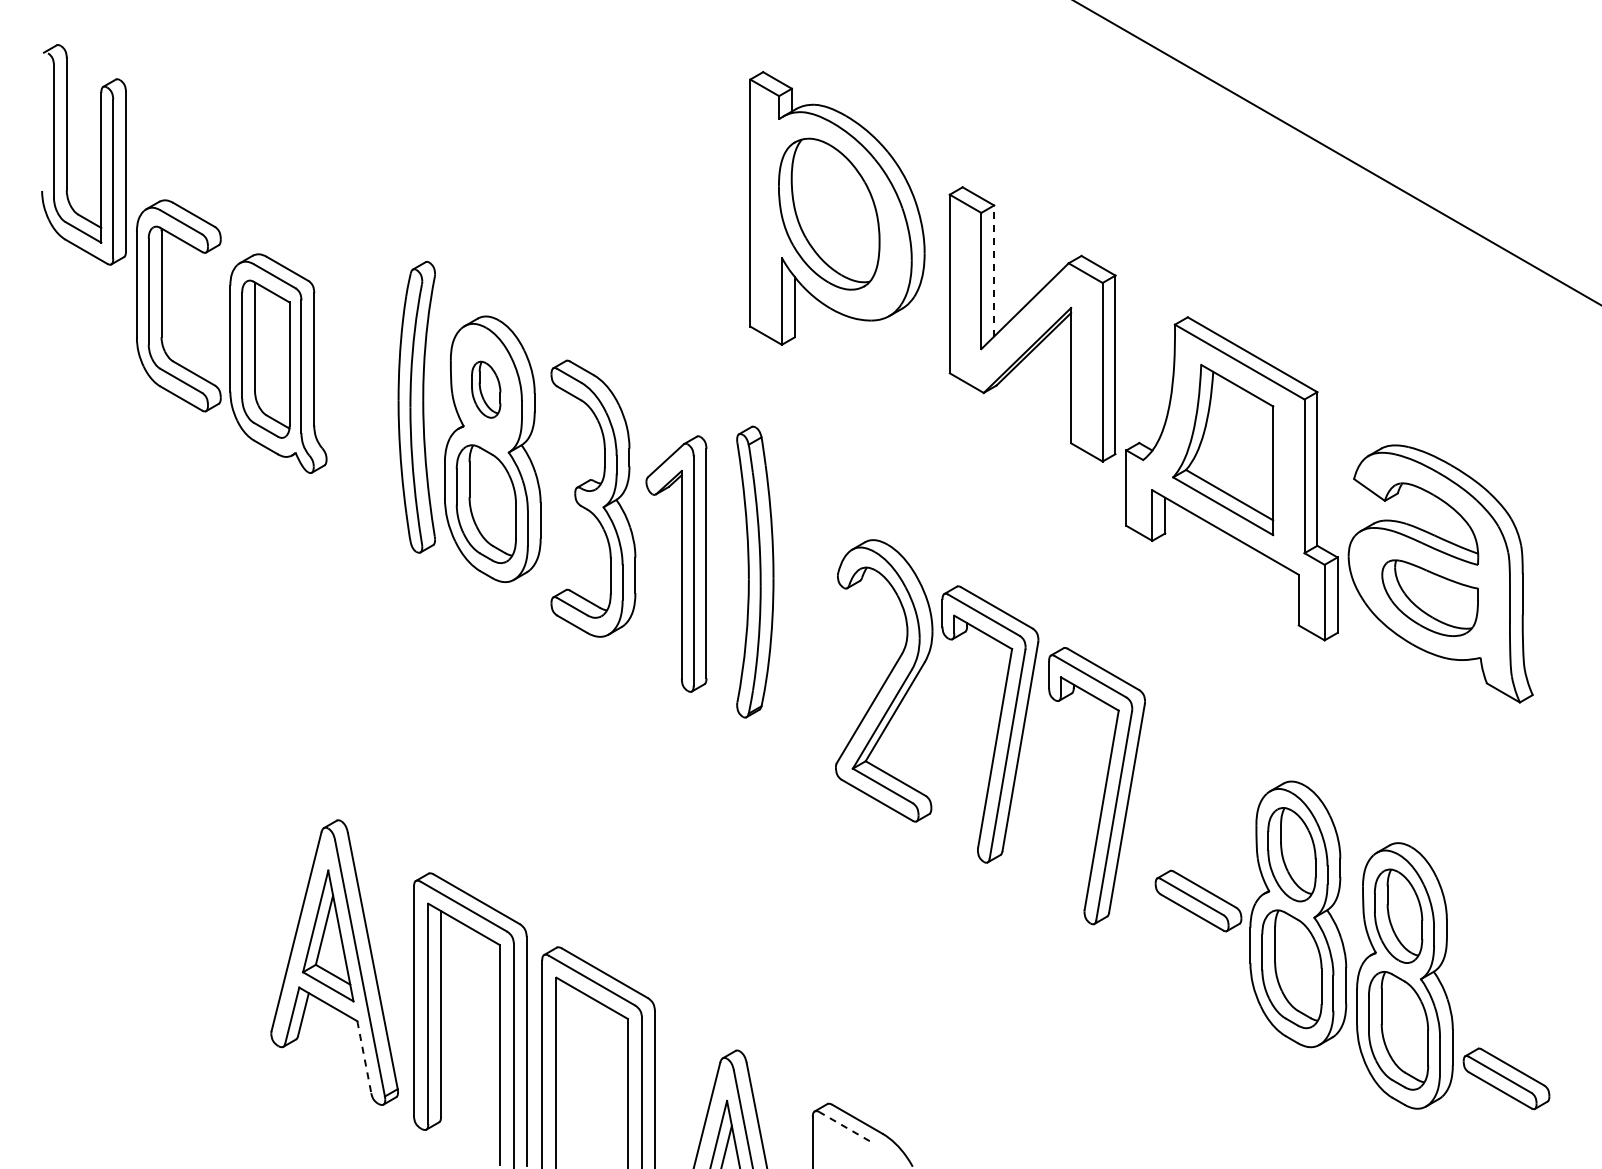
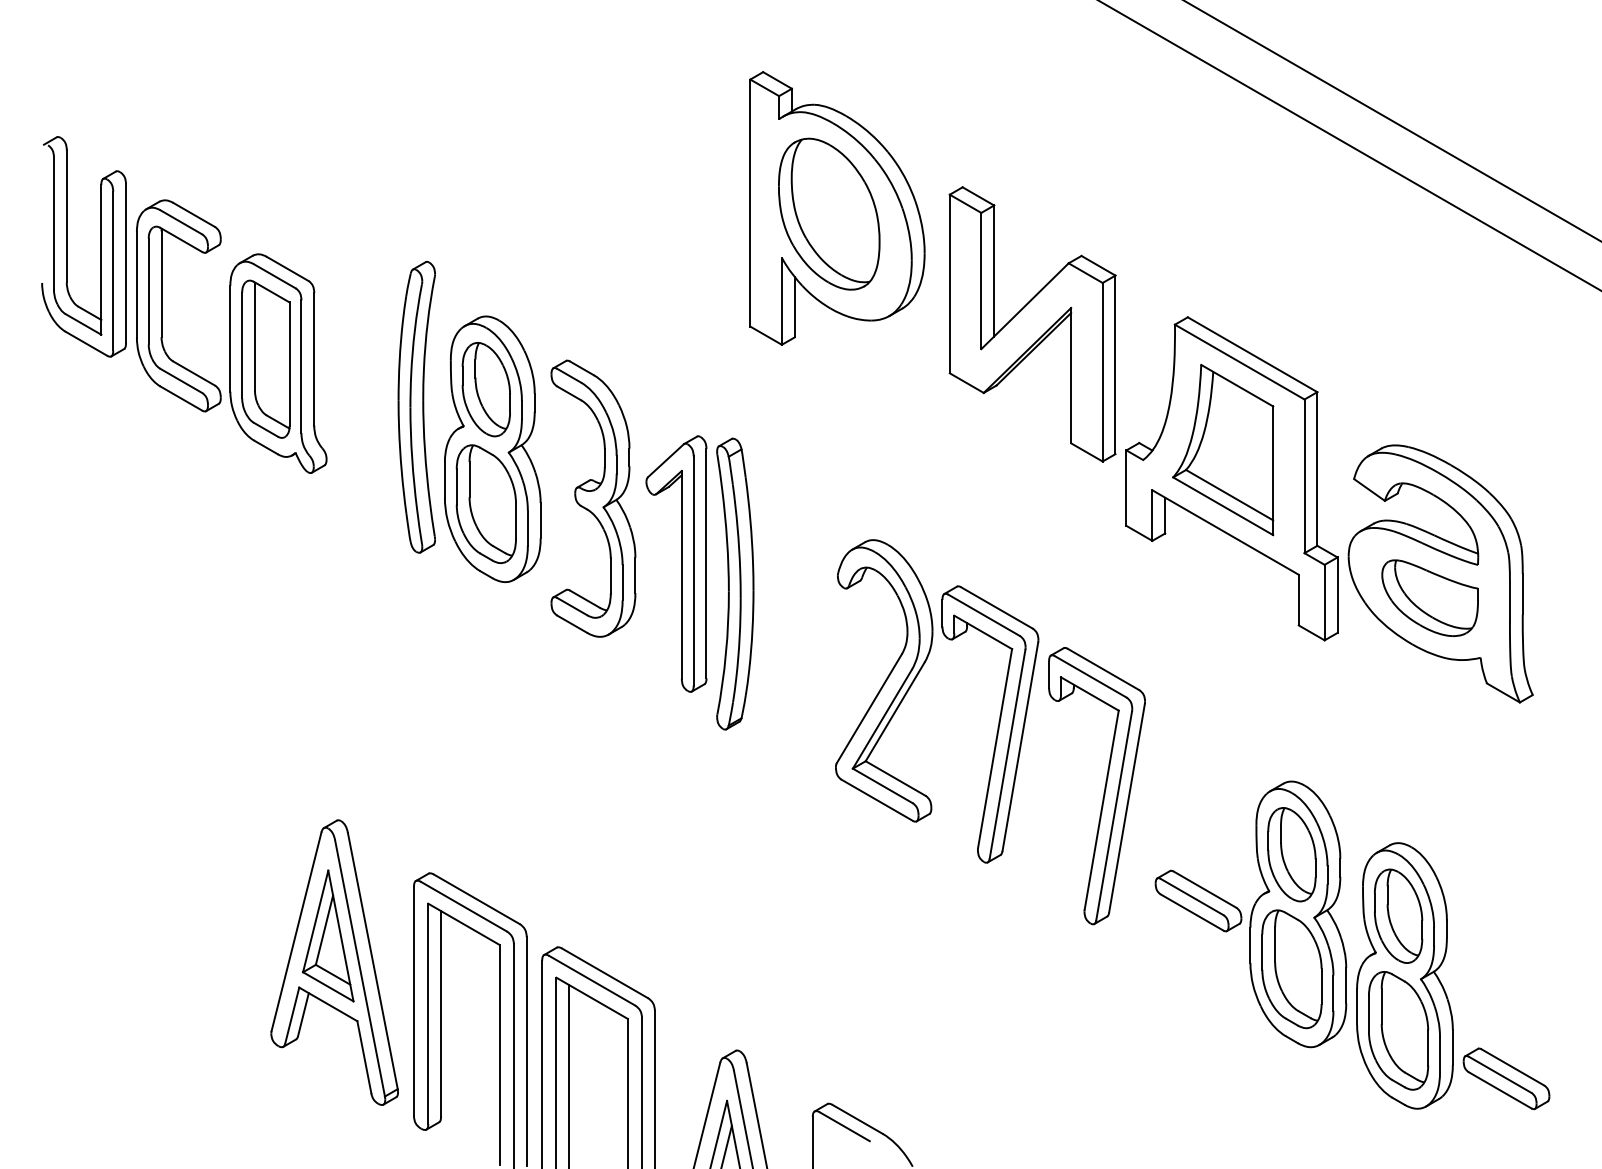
line at (1392, 120): none -> present
line at (1336, 152) position: (1336, 152) -> (1349, 145)
part at (67, 154) position: (67, 154) -> (67, 246)
line at (994, 271): dashed -> solid
part at (486, 389) size: 31x59 px -> 50x96 px
part at (755, 571) position: (755, 571) -> (735, 583)
line at (364, 1057): dashed -> solid
line at (569, 1075): none -> present
line at (844, 1126): dashed -> solid
